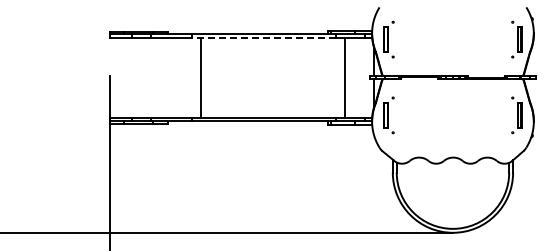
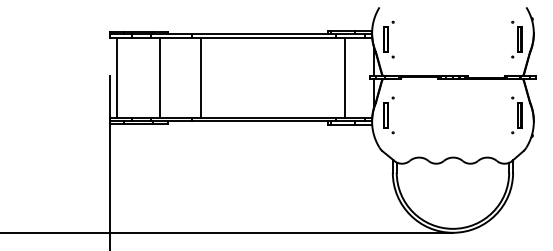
line at (264, 38): dashed -> solid
line at (116, 77): none -> present
line at (159, 77): none -> present
